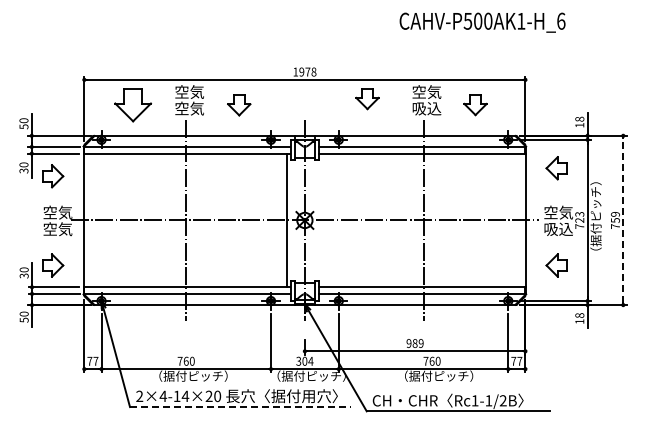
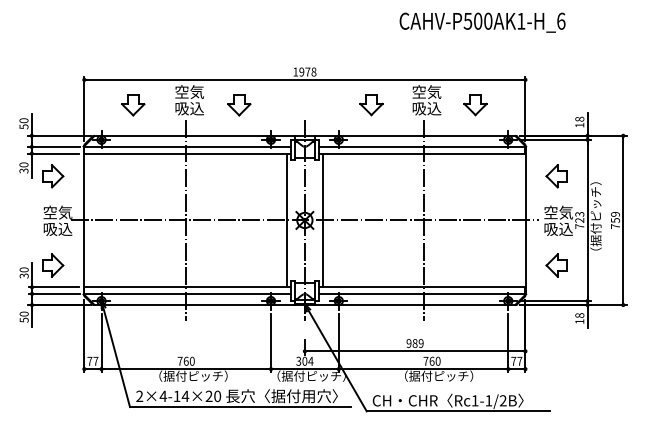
part at (367, 99) position: (367, 99) -> (371, 105)
part at (132, 105) size: 38x35 px -> 25x23 px
text at (189, 108): 空気 -> 吸込
part at (556, 168) position: (556, 168) -> (556, 176)
line at (623, 219): dashed -> solid
line at (322, 220): none -> present
text at (57, 229): 空気 -> 吸込
line at (240, 407): dashed -> solid
